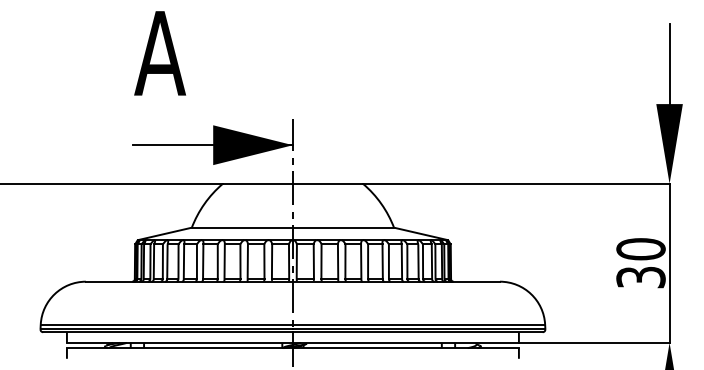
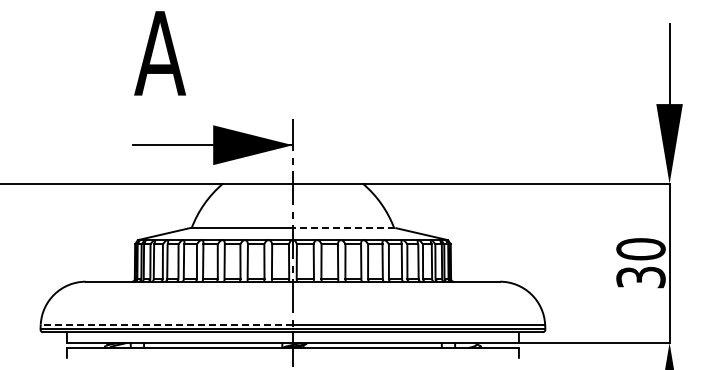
line at (343, 228): solid -> dashed
line at (166, 324): solid -> dashed
